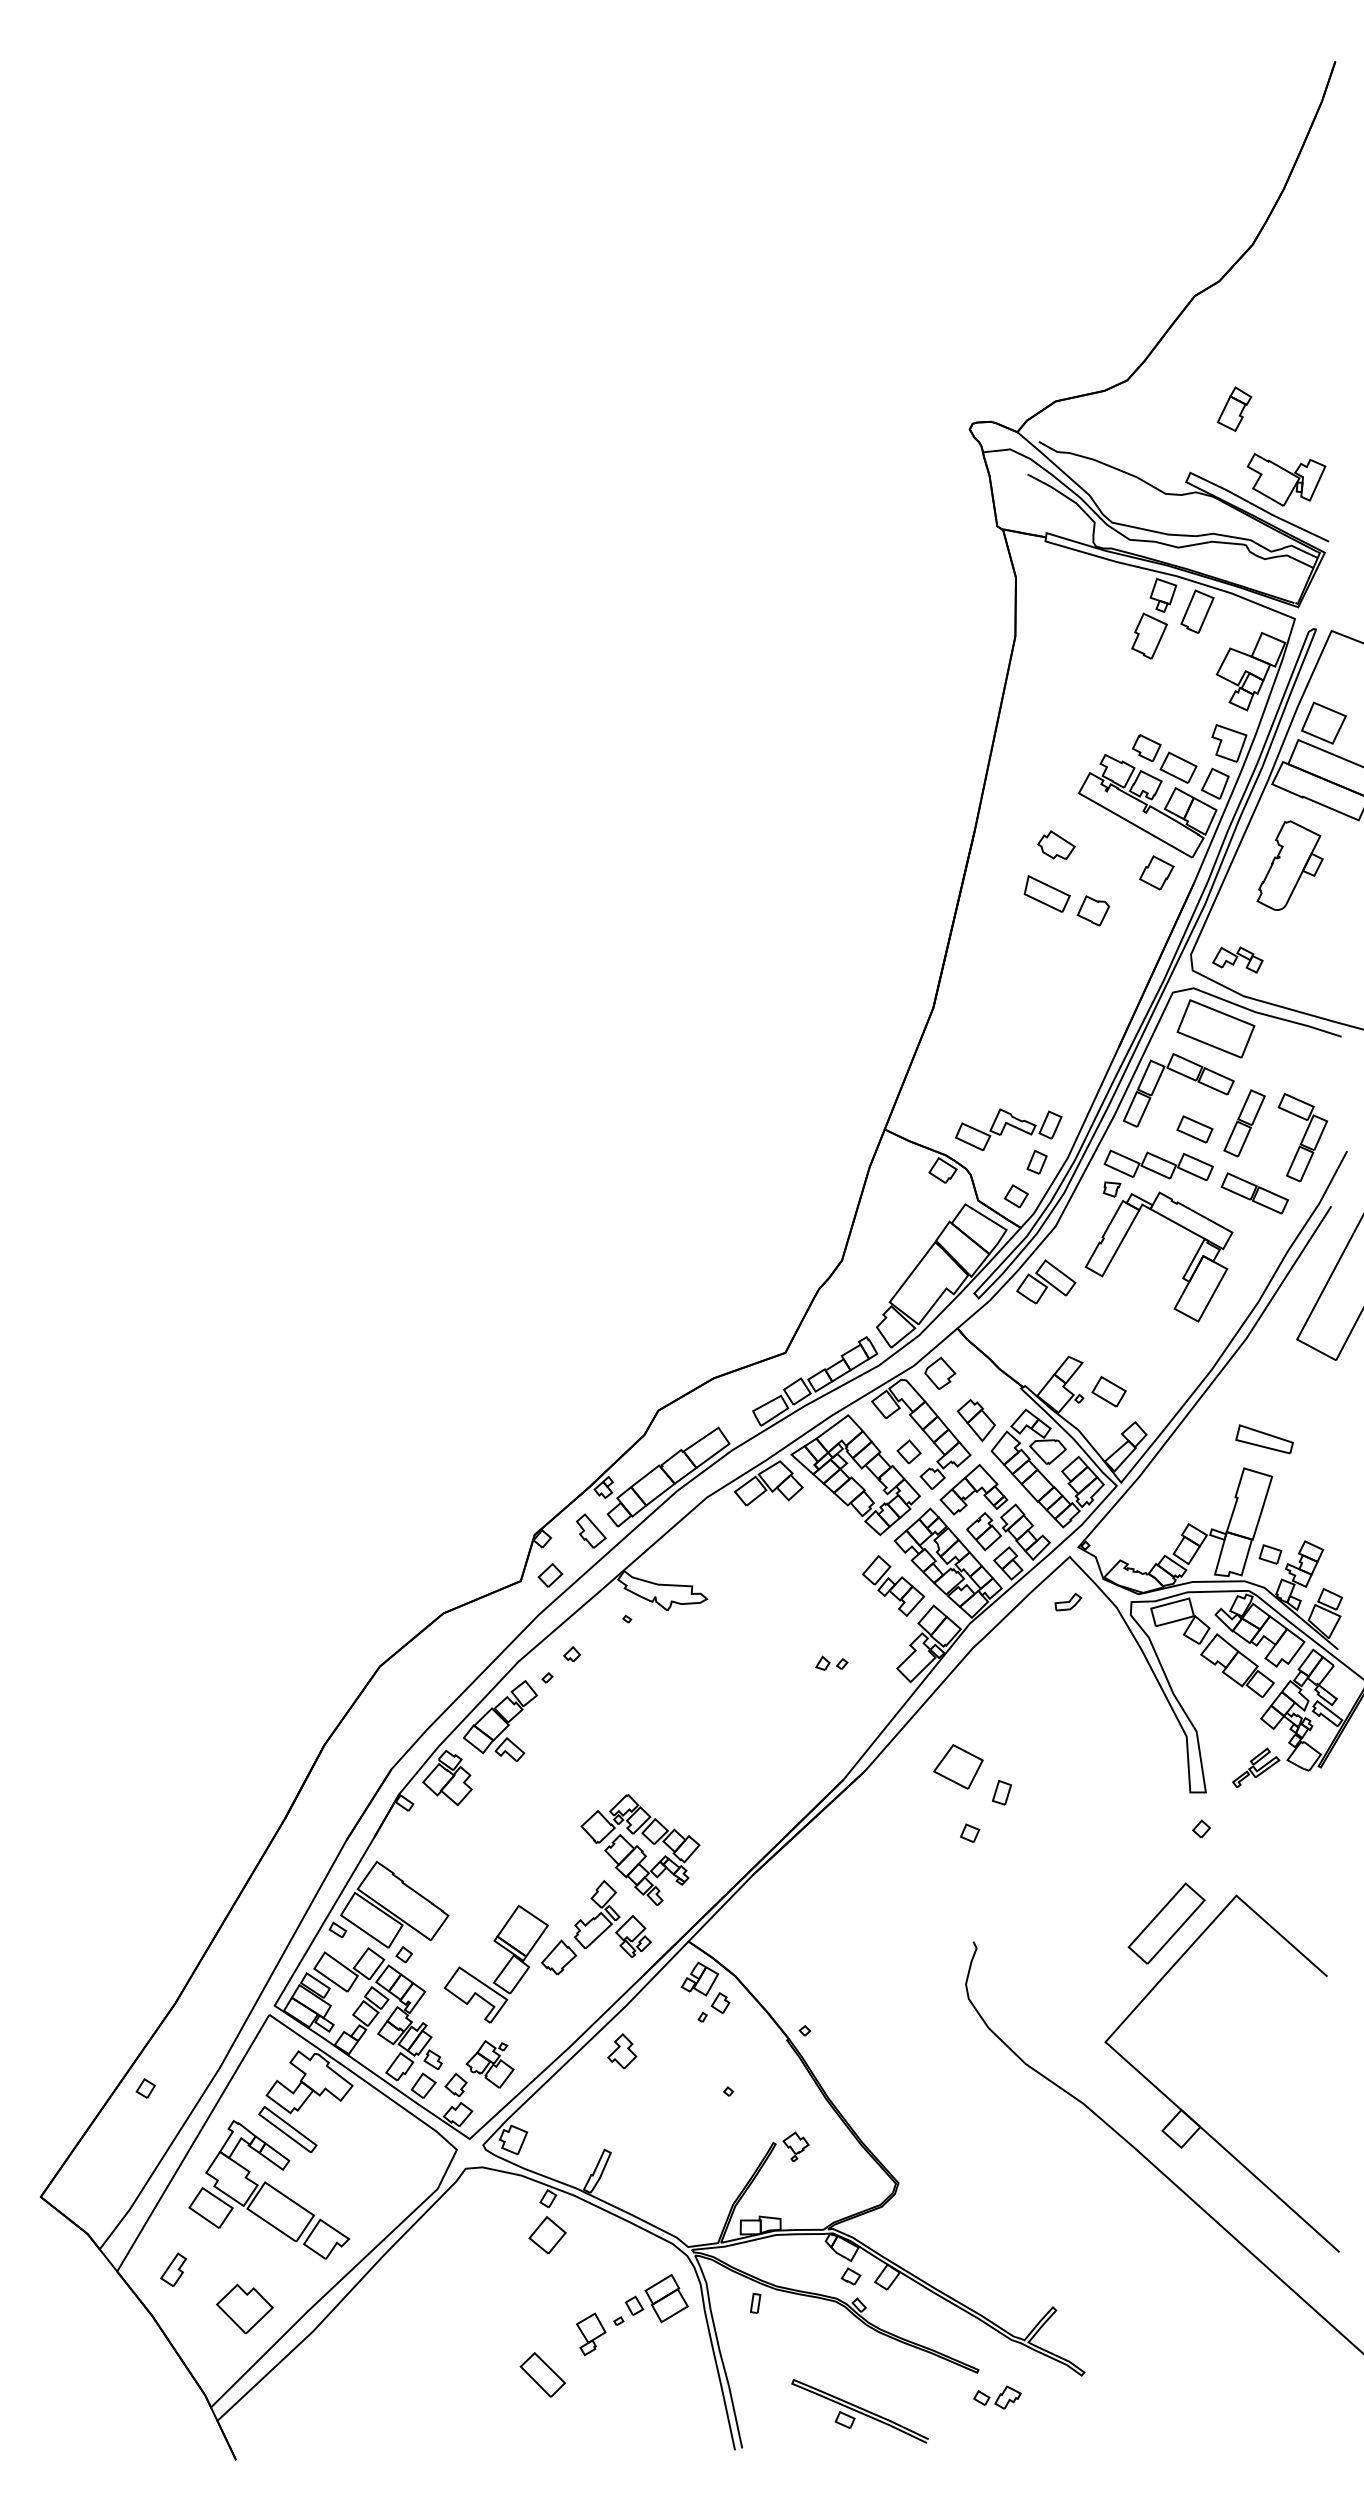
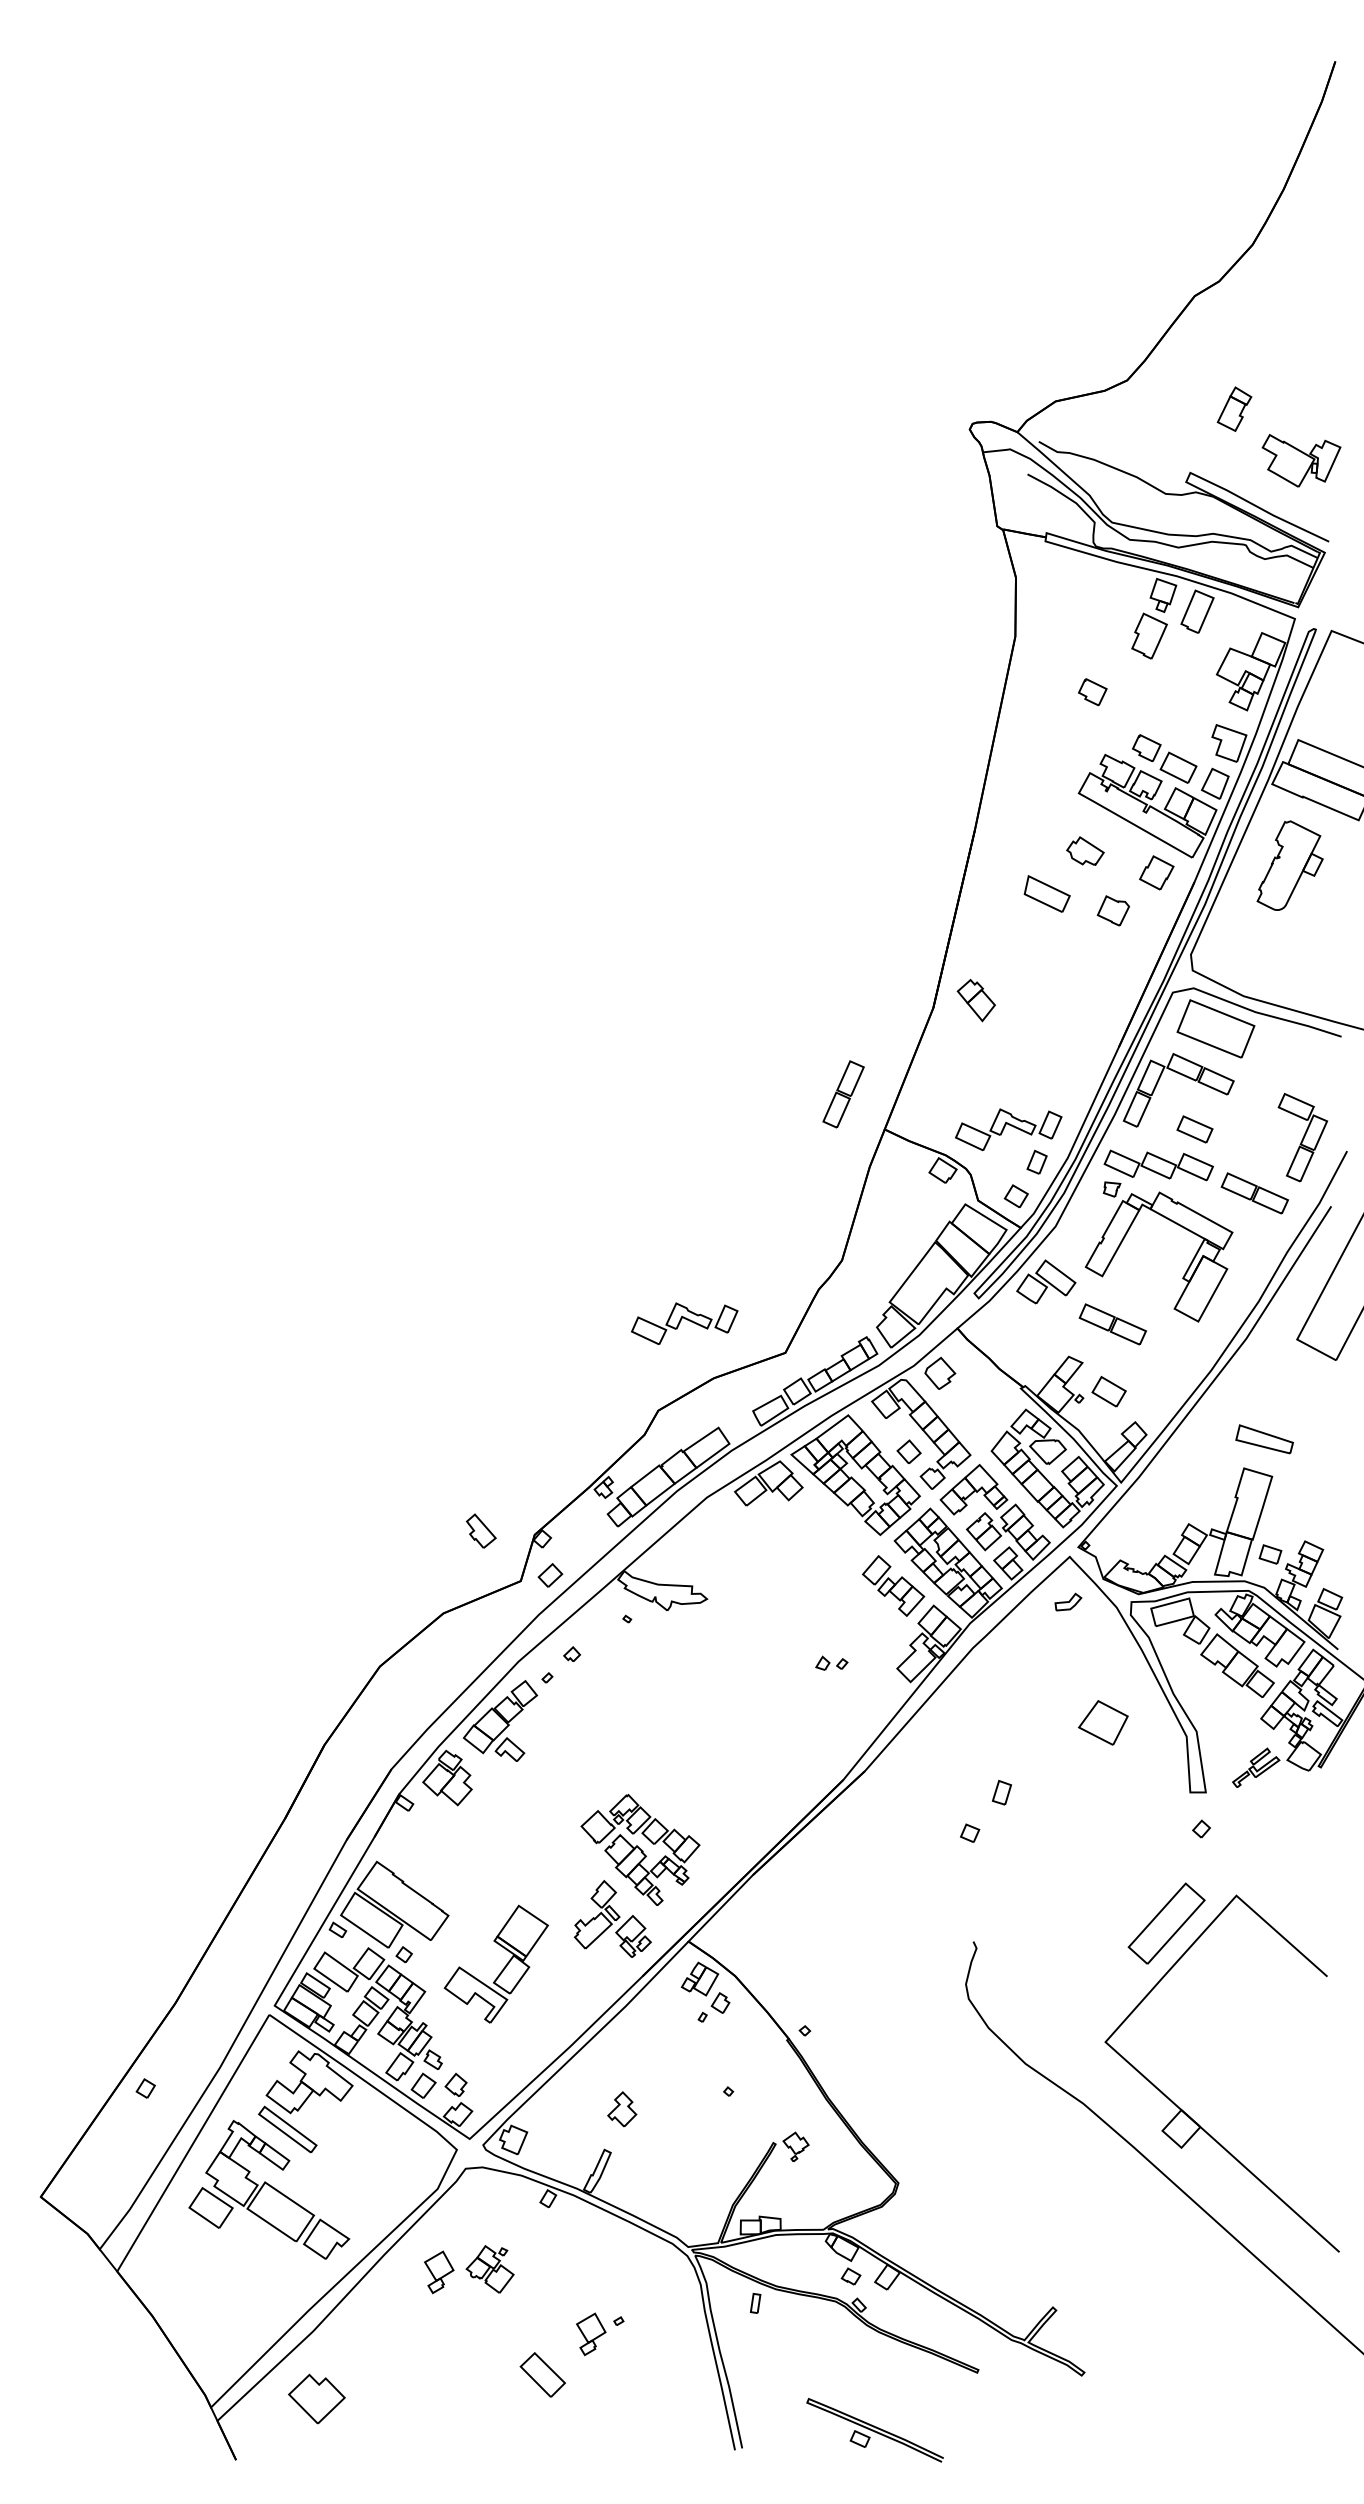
part at (1286, 479) position: (1286, 479) -> (1301, 460)
part at (1092, 692): none -> present
part at (1323, 722): present -> none
part at (1056, 844) position: (1056, 844) -> (1085, 850)
part at (1093, 910) position: (1093, 910) -> (1113, 910)
part at (1237, 959): present -> none
part at (1244, 1123) position: (1244, 1123) -> (843, 1094)
part at (684, 1323): none -> present
part at (1112, 1324): none -> present
part at (975, 1420) position: (975, 1420) -> (975, 1000)
part at (591, 1530) position: (591, 1530) -> (481, 1530)
part at (957, 1766) position: (957, 1766) -> (1102, 1722)
part at (559, 1957): present -> none
part at (622, 2051) position: (622, 2051) -> (622, 2109)
part at (489, 2064) position: (489, 2064) -> (489, 2269)
part at (547, 2235): present -> none
part at (173, 2269): present -> none
part at (439, 2272): none -> present
part at (656, 2298): present -> none
part at (244, 2308) position: (244, 2308) -> (316, 2398)
part at (997, 2397): present -> none
part at (859, 2411) position: (859, 2411) -> (874, 2430)
